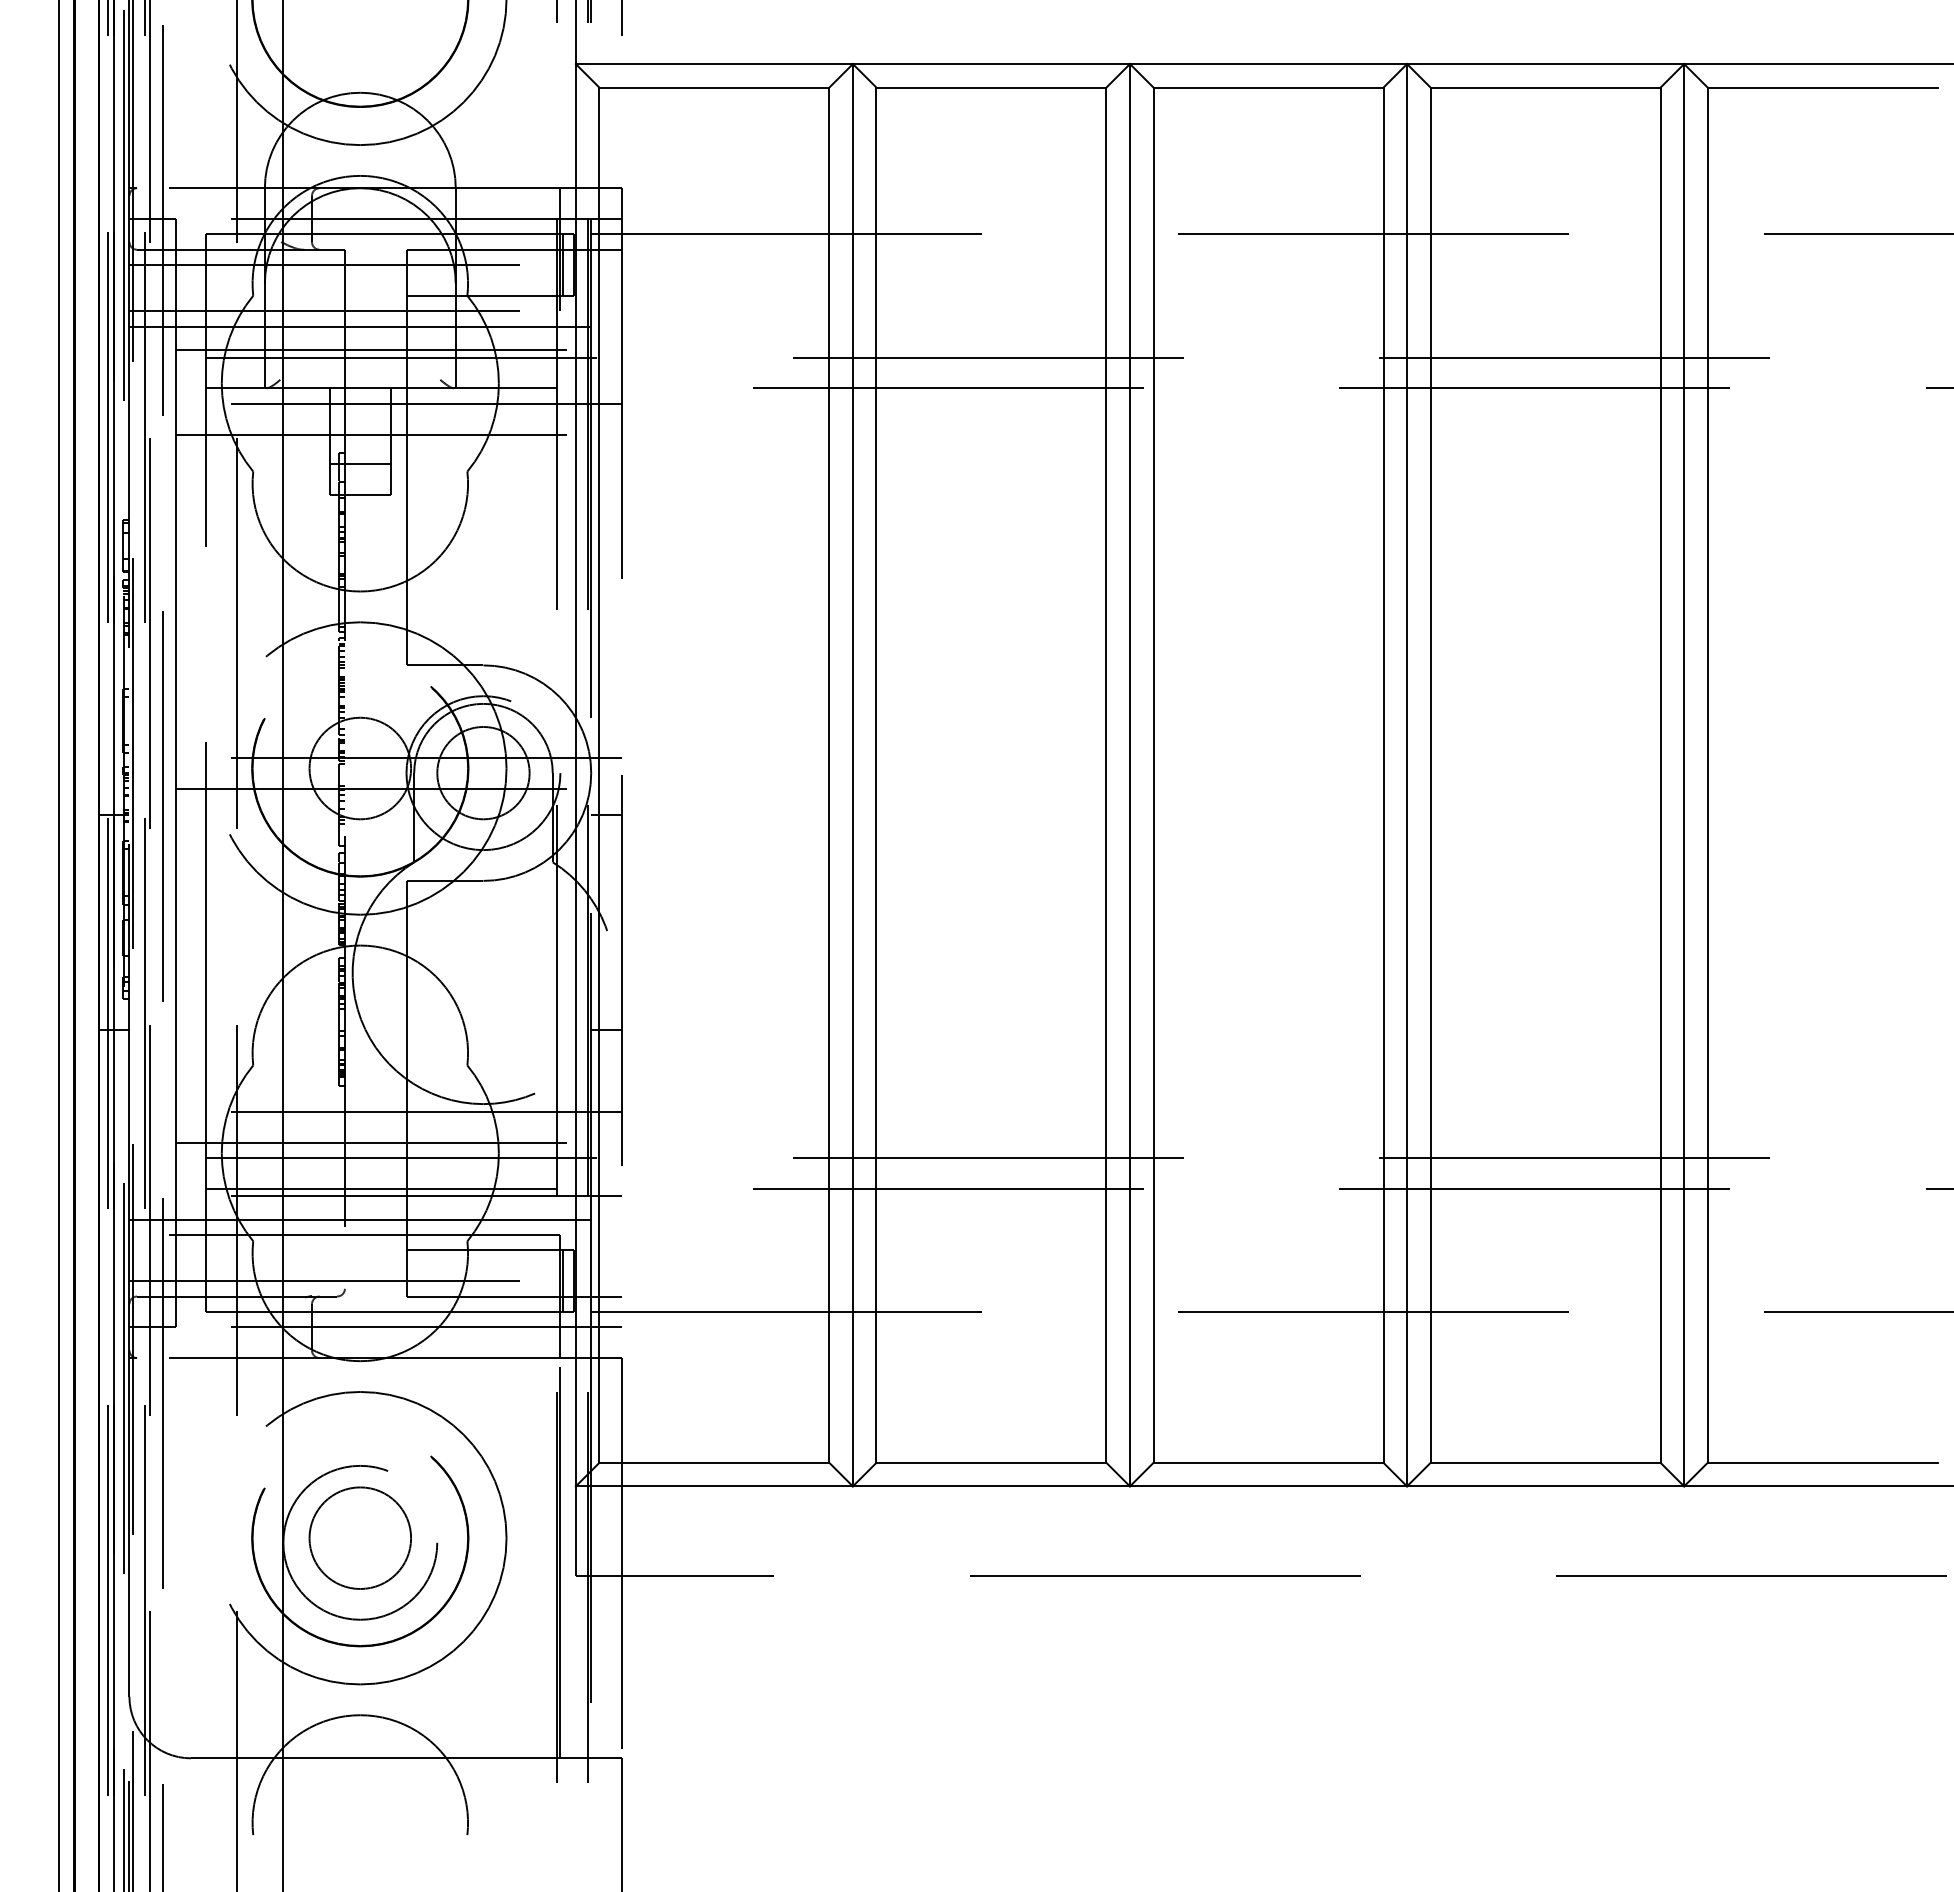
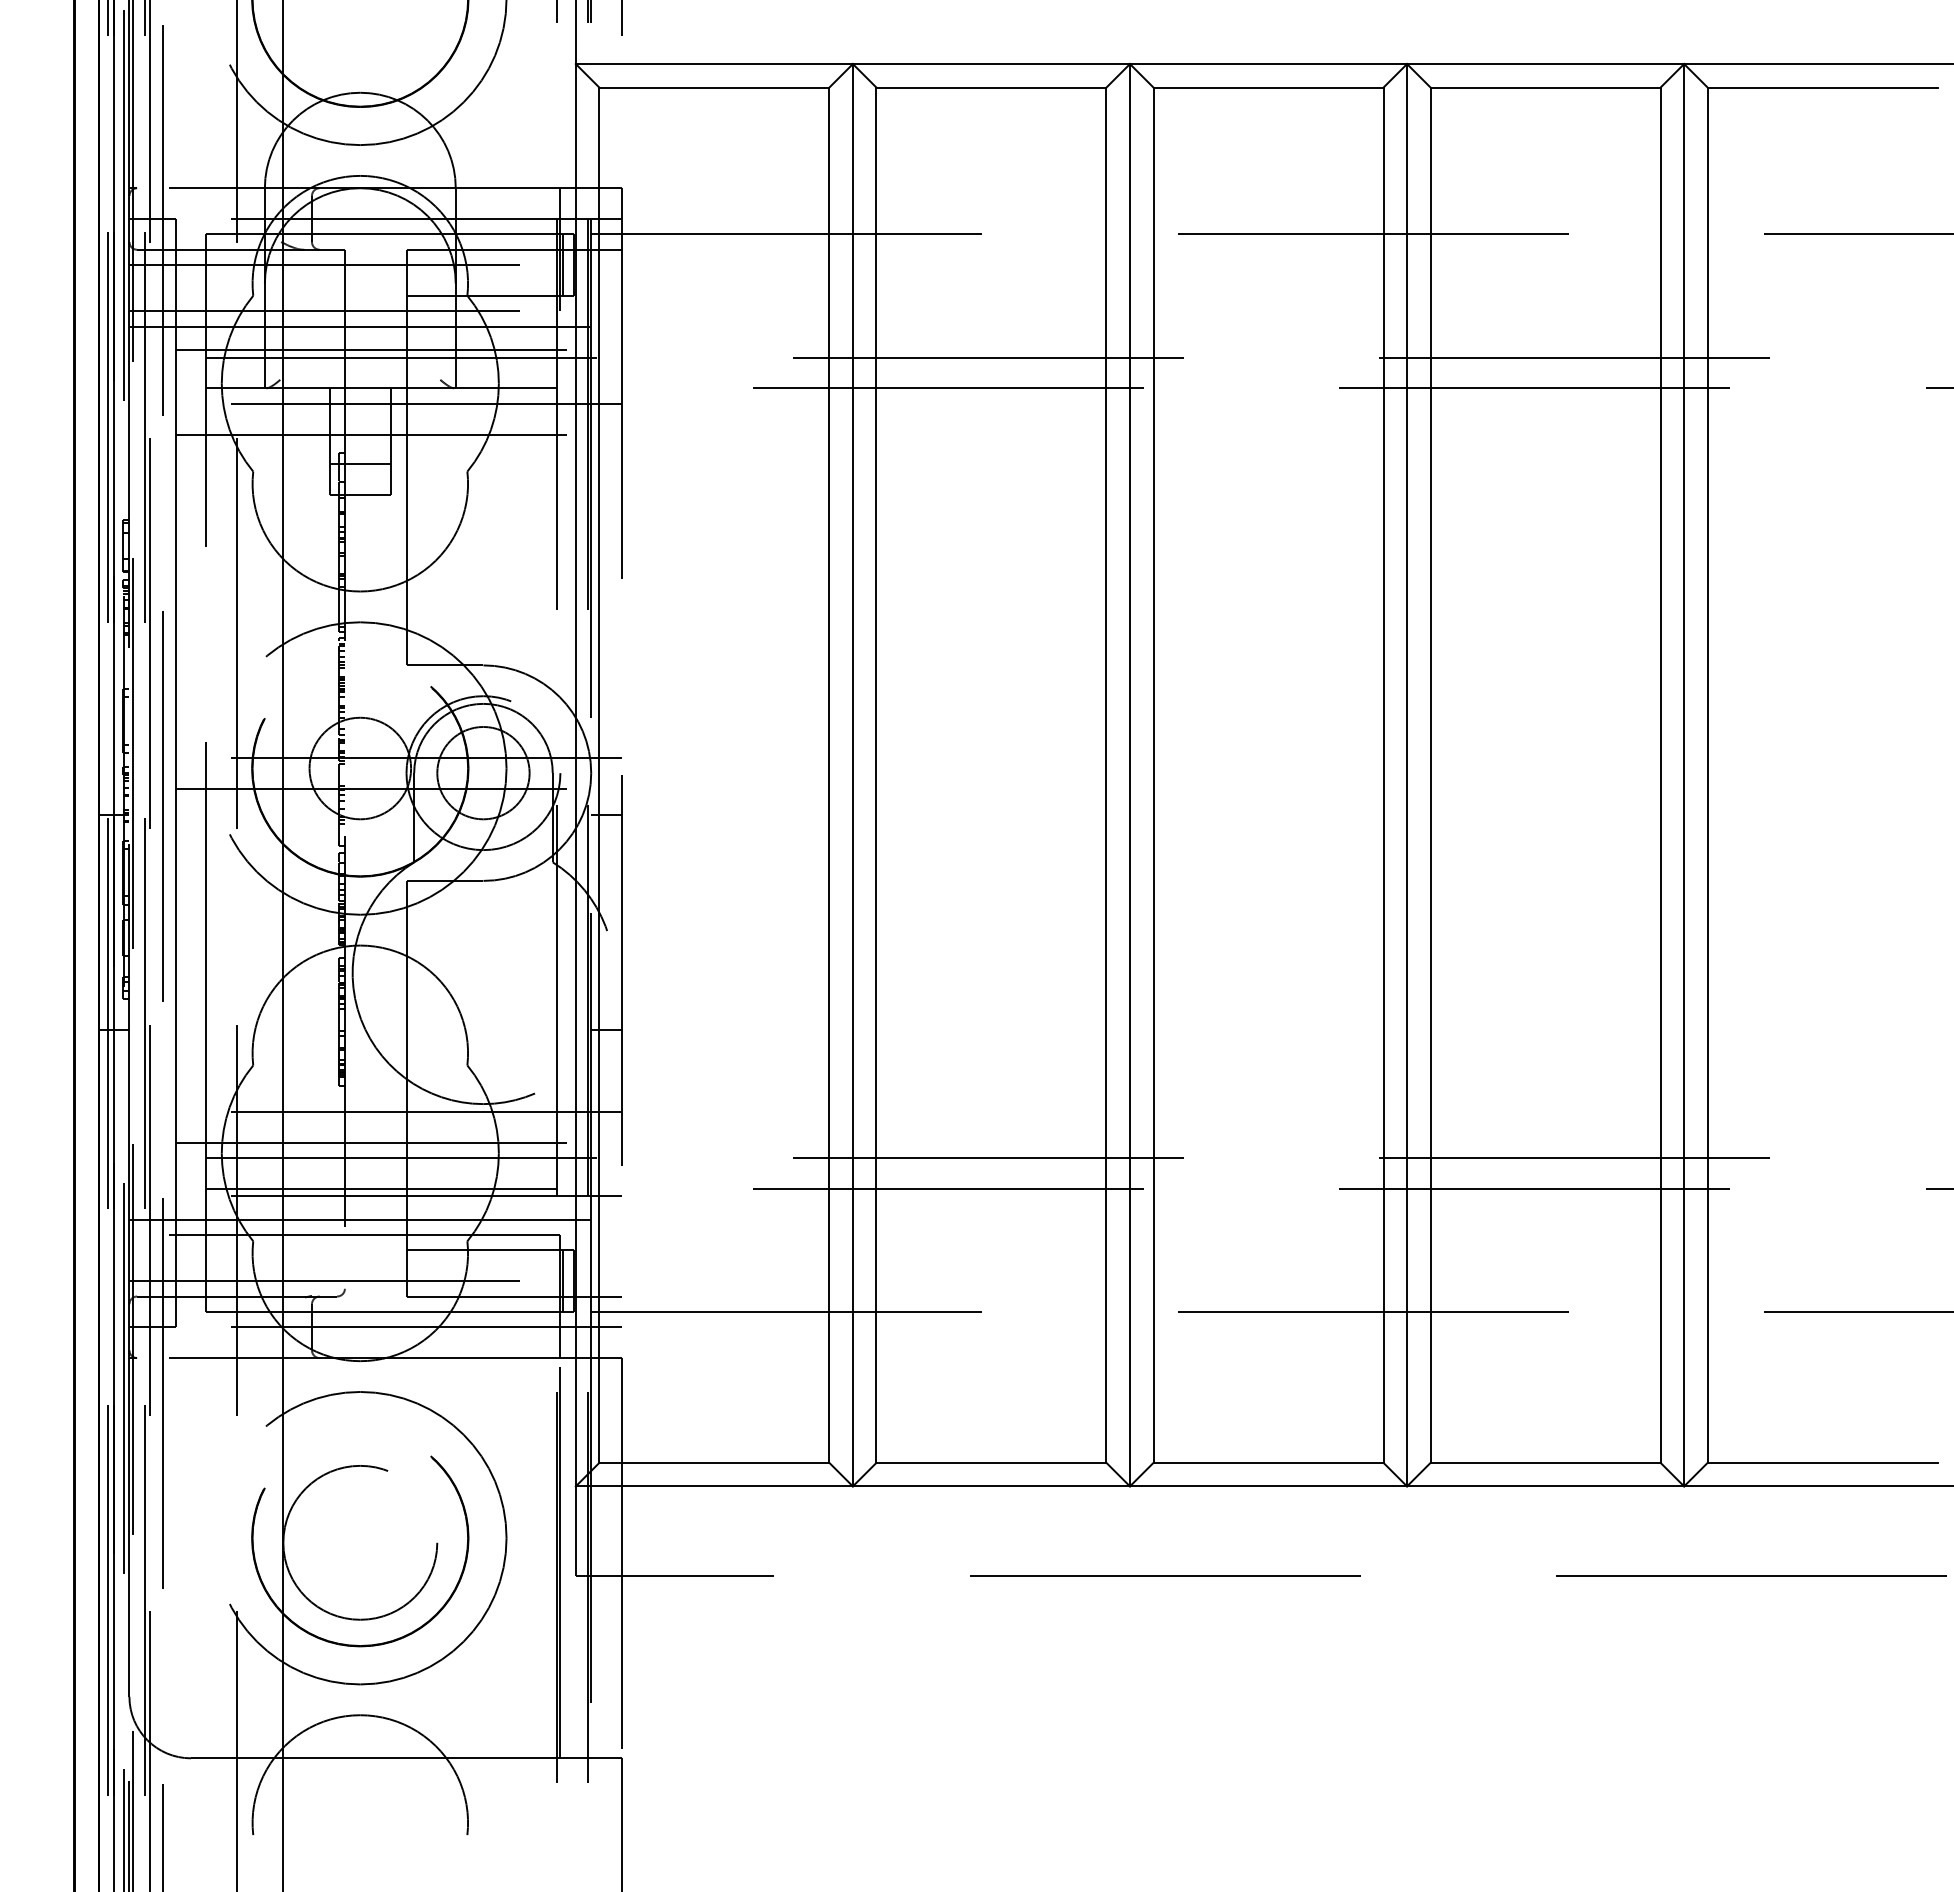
line at (58, 945): present -> none
circle at (359, 1537): present -> none
